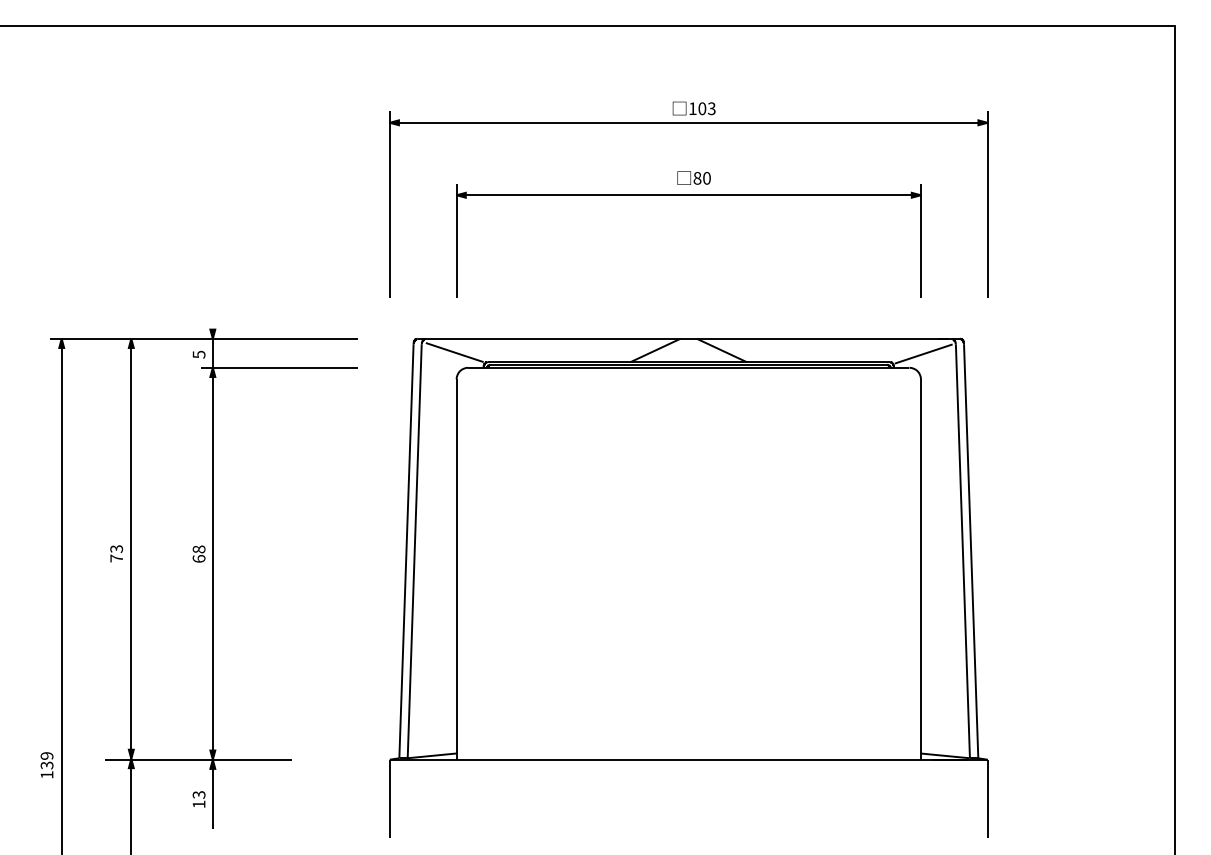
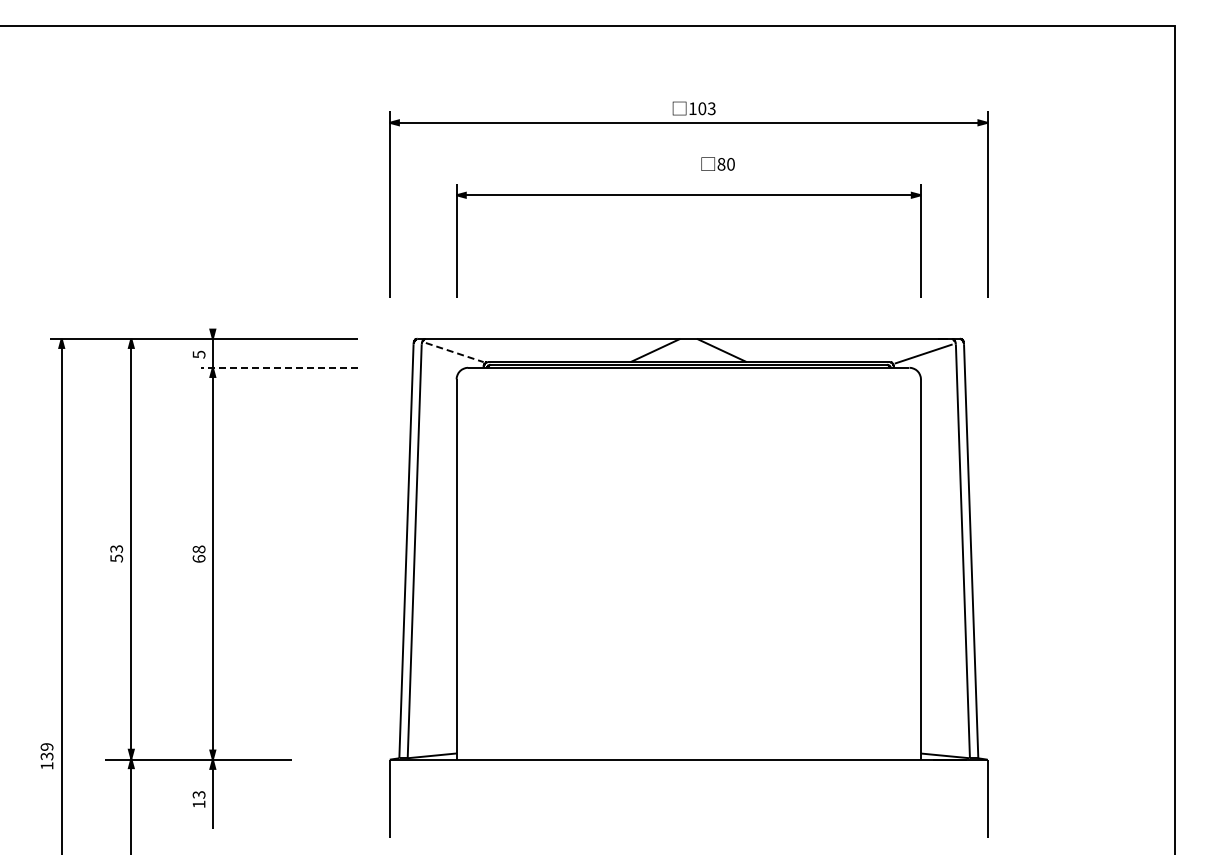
text at (693, 177) position: (693, 177) -> (717, 163)
line at (455, 352): solid -> dashed
line at (279, 367): solid -> dashed
text at (116, 558): 73 -> 53
text at (46, 765) position: (46, 765) -> (46, 756)
